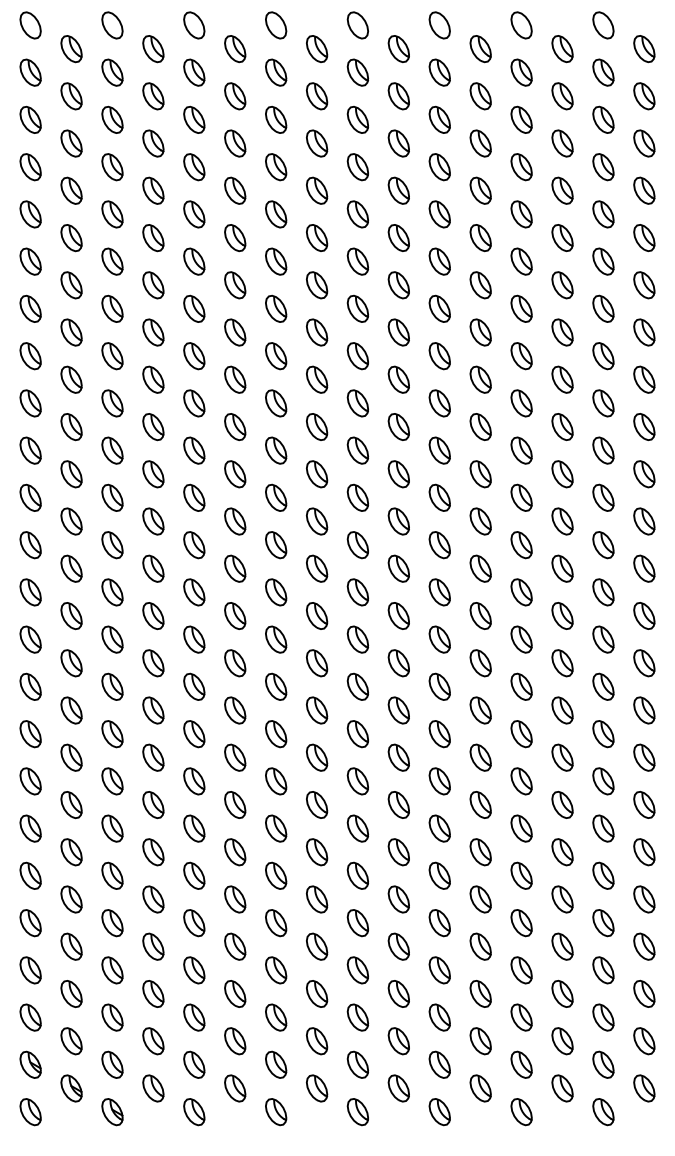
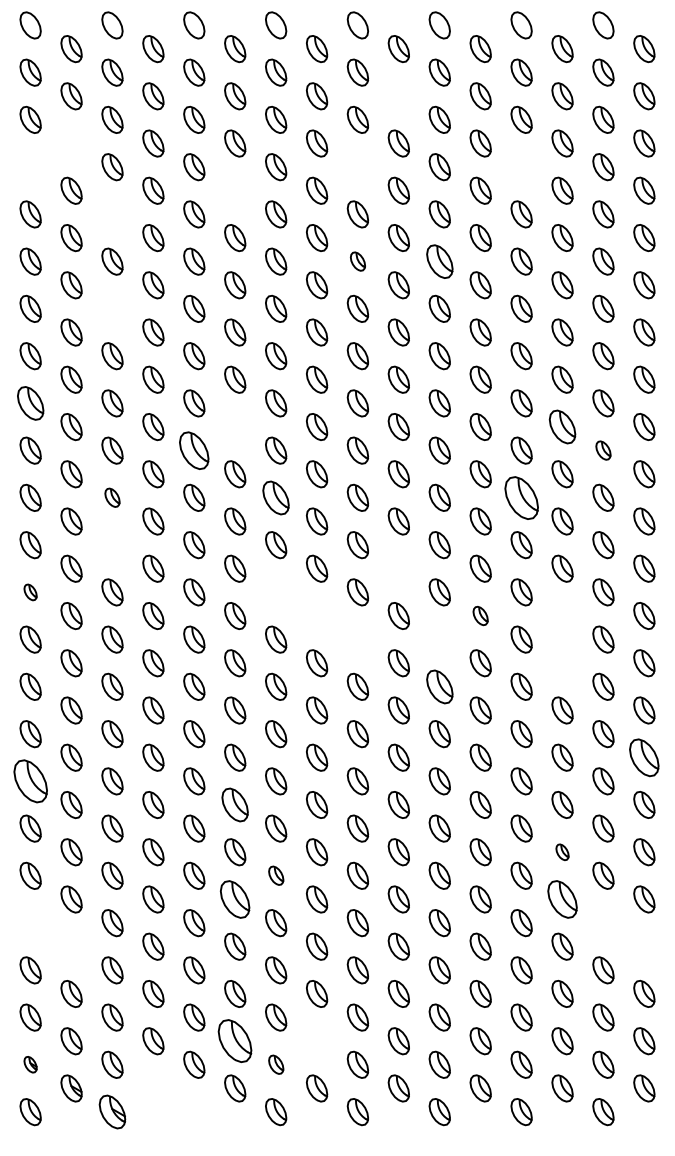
part at (398, 96): present -> none
part at (71, 143): present -> none
part at (30, 167): present -> none
part at (357, 167): present -> none
part at (521, 167): present -> none
part at (235, 190): present -> none
part at (112, 214): present -> none
part at (357, 261) size: 24x29 px -> 16x21 px
part at (439, 261) size: 23x29 px -> 28x35 px
part at (112, 308): present -> none
part at (30, 403) size: 23x29 px -> 28x35 px
part at (235, 426): present -> none
part at (562, 426) size: 23x28 px -> 29x36 px
part at (194, 450) size: 23x29 px -> 31x39 px
part at (603, 450) size: 23x29 px -> 17x21 px
part at (112, 497) size: 23x29 px -> 17x21 px
part at (276, 497) size: 23x29 px -> 28x36 px
part at (521, 497) size: 23x29 px -> 35x44 px
part at (112, 545): present -> none
part at (398, 568): present -> none
part at (30, 592) size: 23x29 px -> 15x19 px
part at (276, 592): present -> none
part at (317, 615): present -> none
part at (480, 615) size: 23x28 px -> 17x21 px
part at (562, 615): present -> none
part at (357, 639): present -> none
part at (439, 639): present -> none
part at (562, 663): present -> none
part at (439, 686) size: 23x29 px -> 28x36 px
part at (644, 757) size: 23x29 px -> 31x40 px
part at (30, 781) size: 23x29 px -> 35x45 px
part at (235, 804) size: 23x28 px -> 28x36 px
part at (562, 852) size: 23x29 px -> 15x19 px
part at (276, 875) size: 23x29 px -> 17x21 px
part at (235, 899) size: 23x29 px -> 32x39 px
part at (562, 899) size: 23x29 px -> 31x39 px
part at (30, 923): present -> none
part at (603, 923): present -> none
part at (71, 946): present -> none
part at (644, 946): present -> none
part at (235, 1041) size: 23x29 px -> 36x44 px
part at (317, 1041): present -> none
part at (30, 1064) size: 23x29 px -> 15x18 px
part at (276, 1064) size: 23x29 px -> 17x21 px
part at (153, 1088): present -> none
part at (112, 1112) size: 23x29 px -> 29x36 px
part at (194, 1112): present -> none
